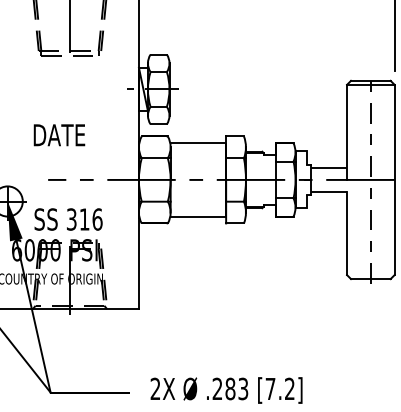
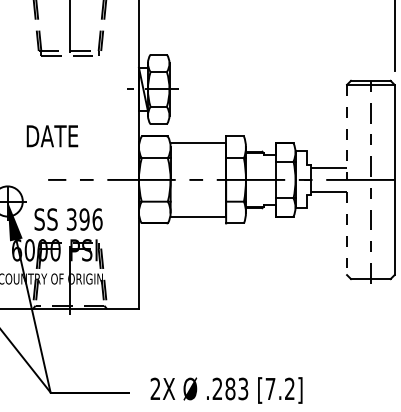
line at (347, 132): solid -> dashed
text at (59, 135) position: (59, 135) -> (52, 136)
text at (84, 219): 316 -> 396
line at (347, 233): solid -> dashed
